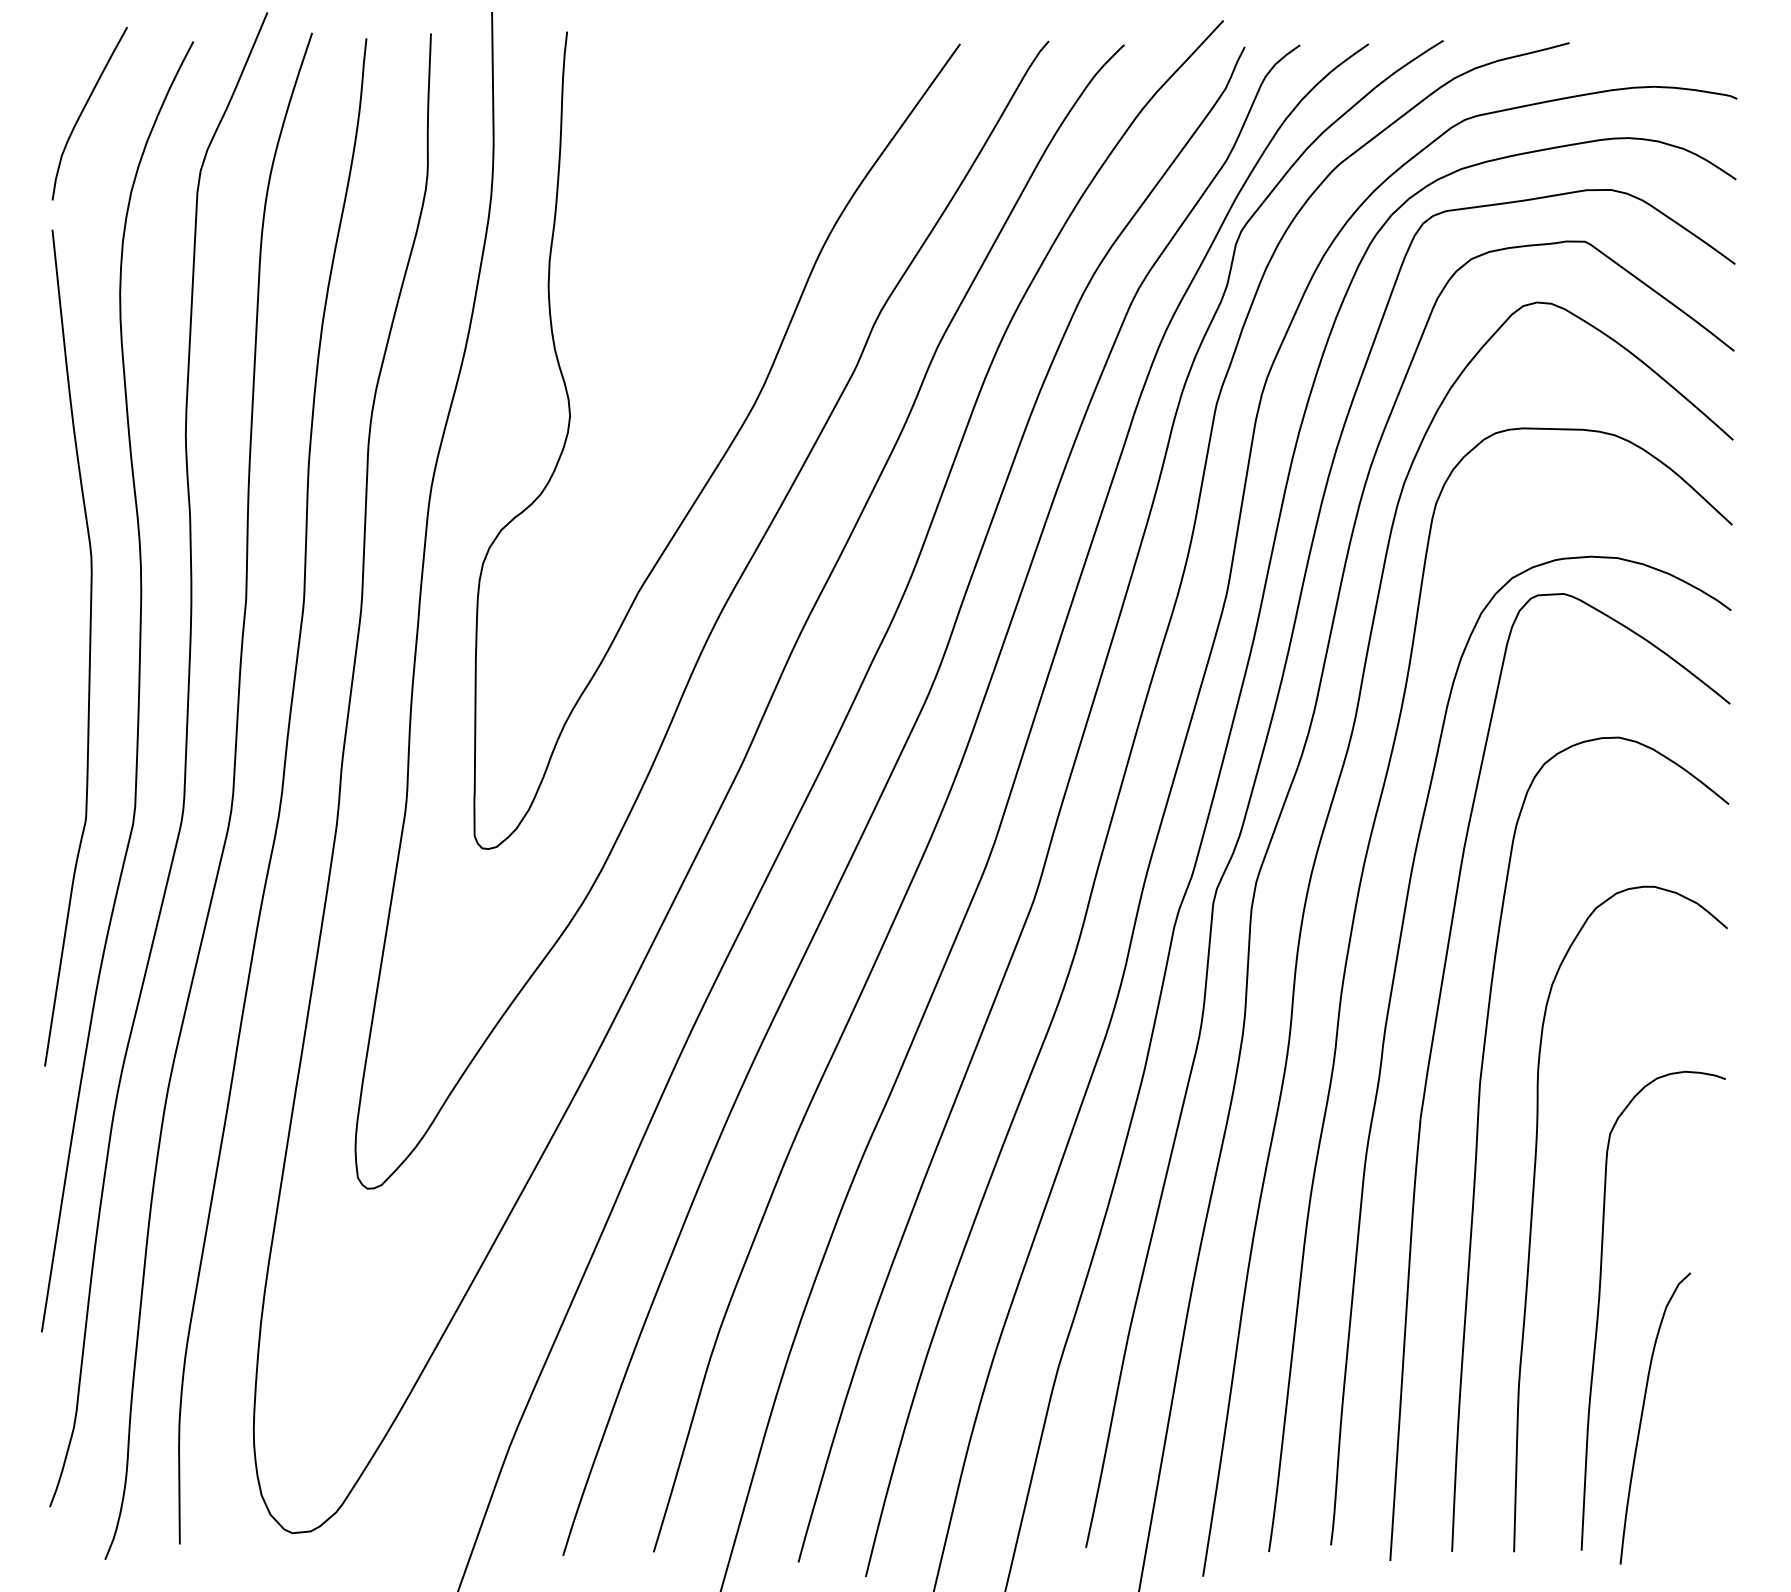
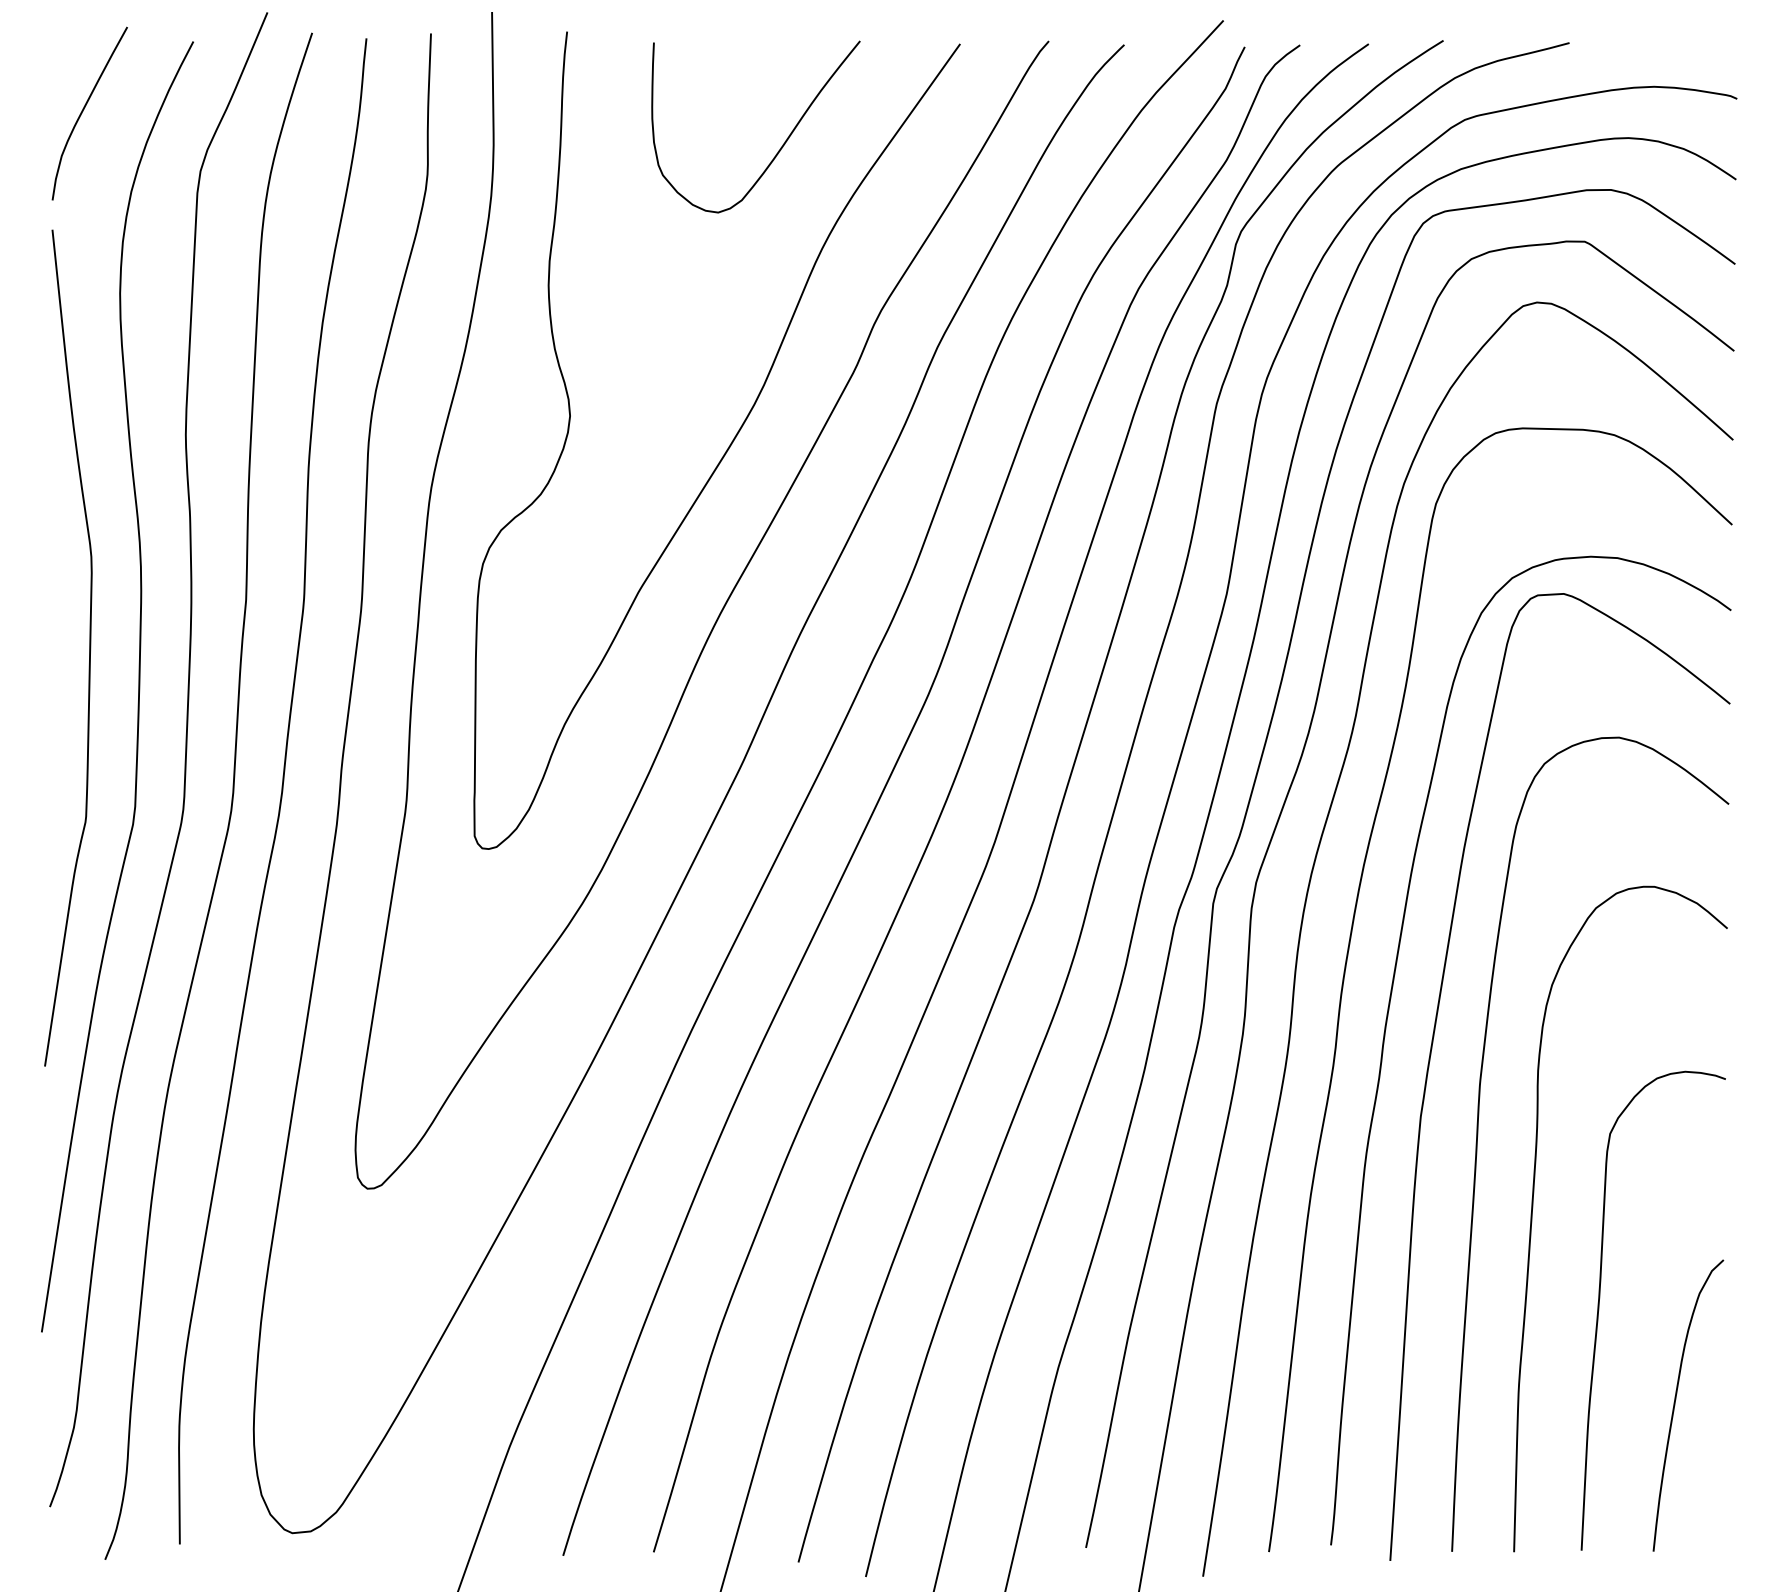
curve at (782, 144): none -> present
curve at (1642, 1418) position: (1642, 1418) -> (1675, 1405)
